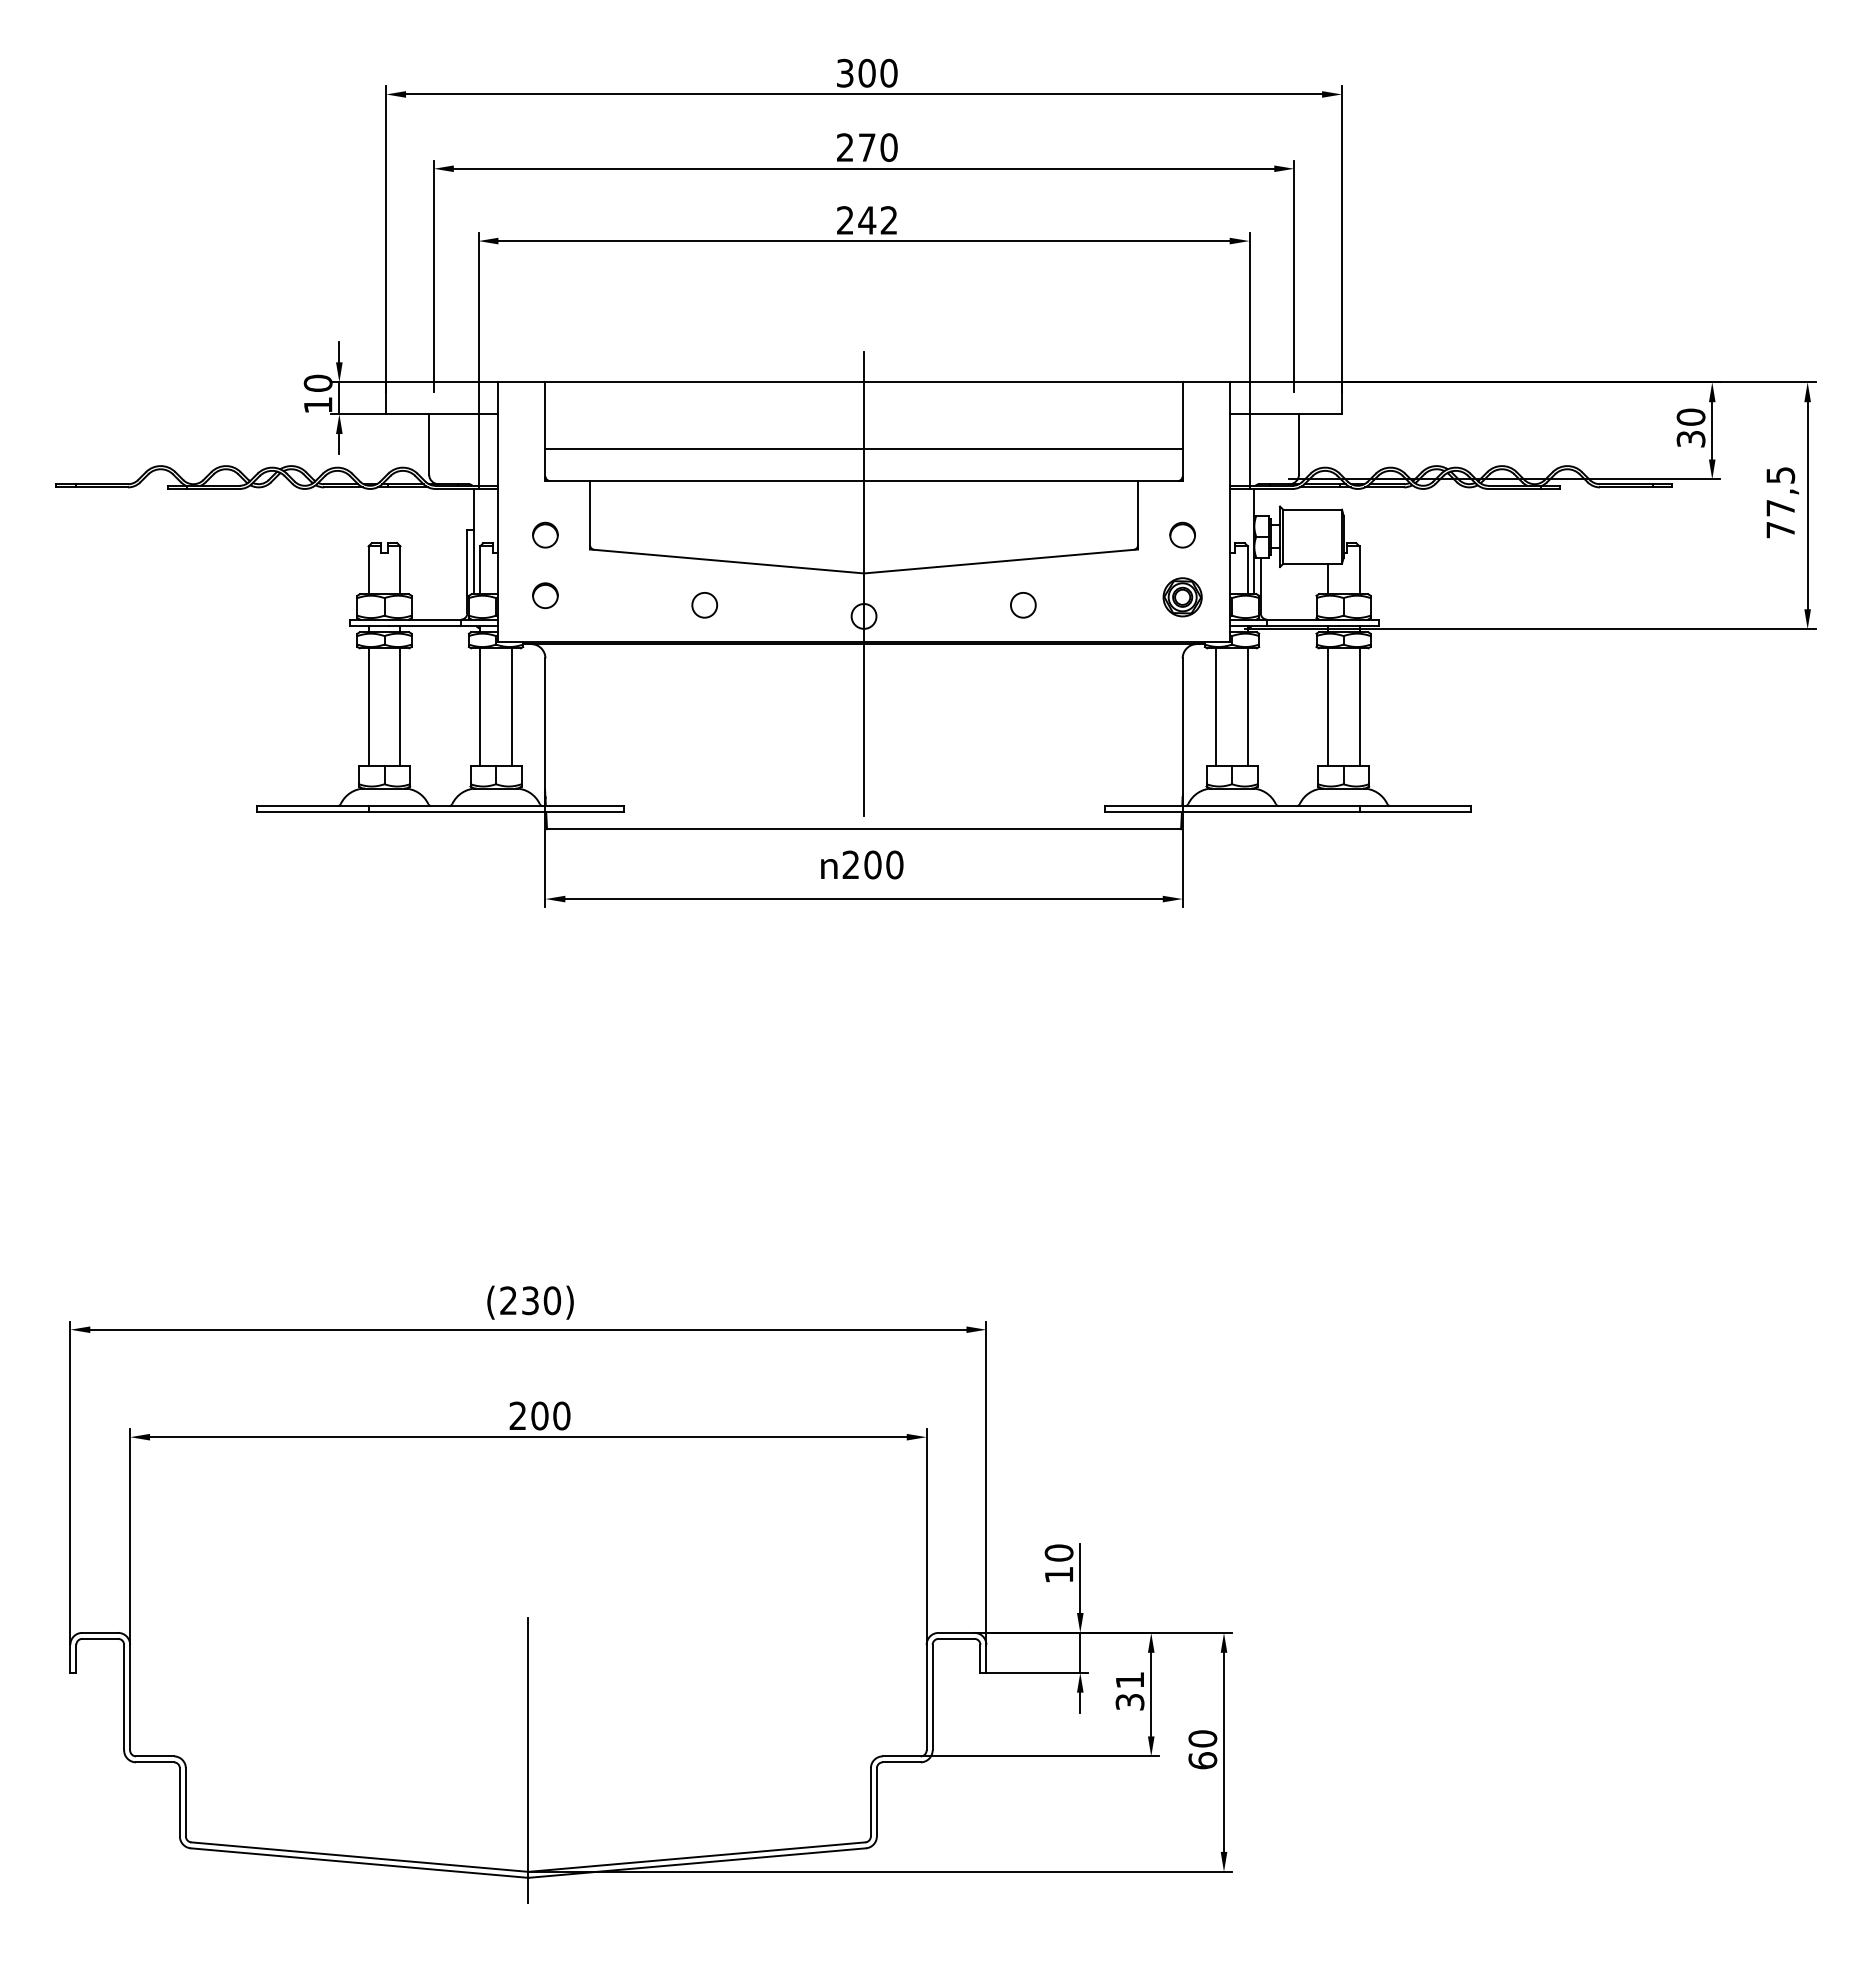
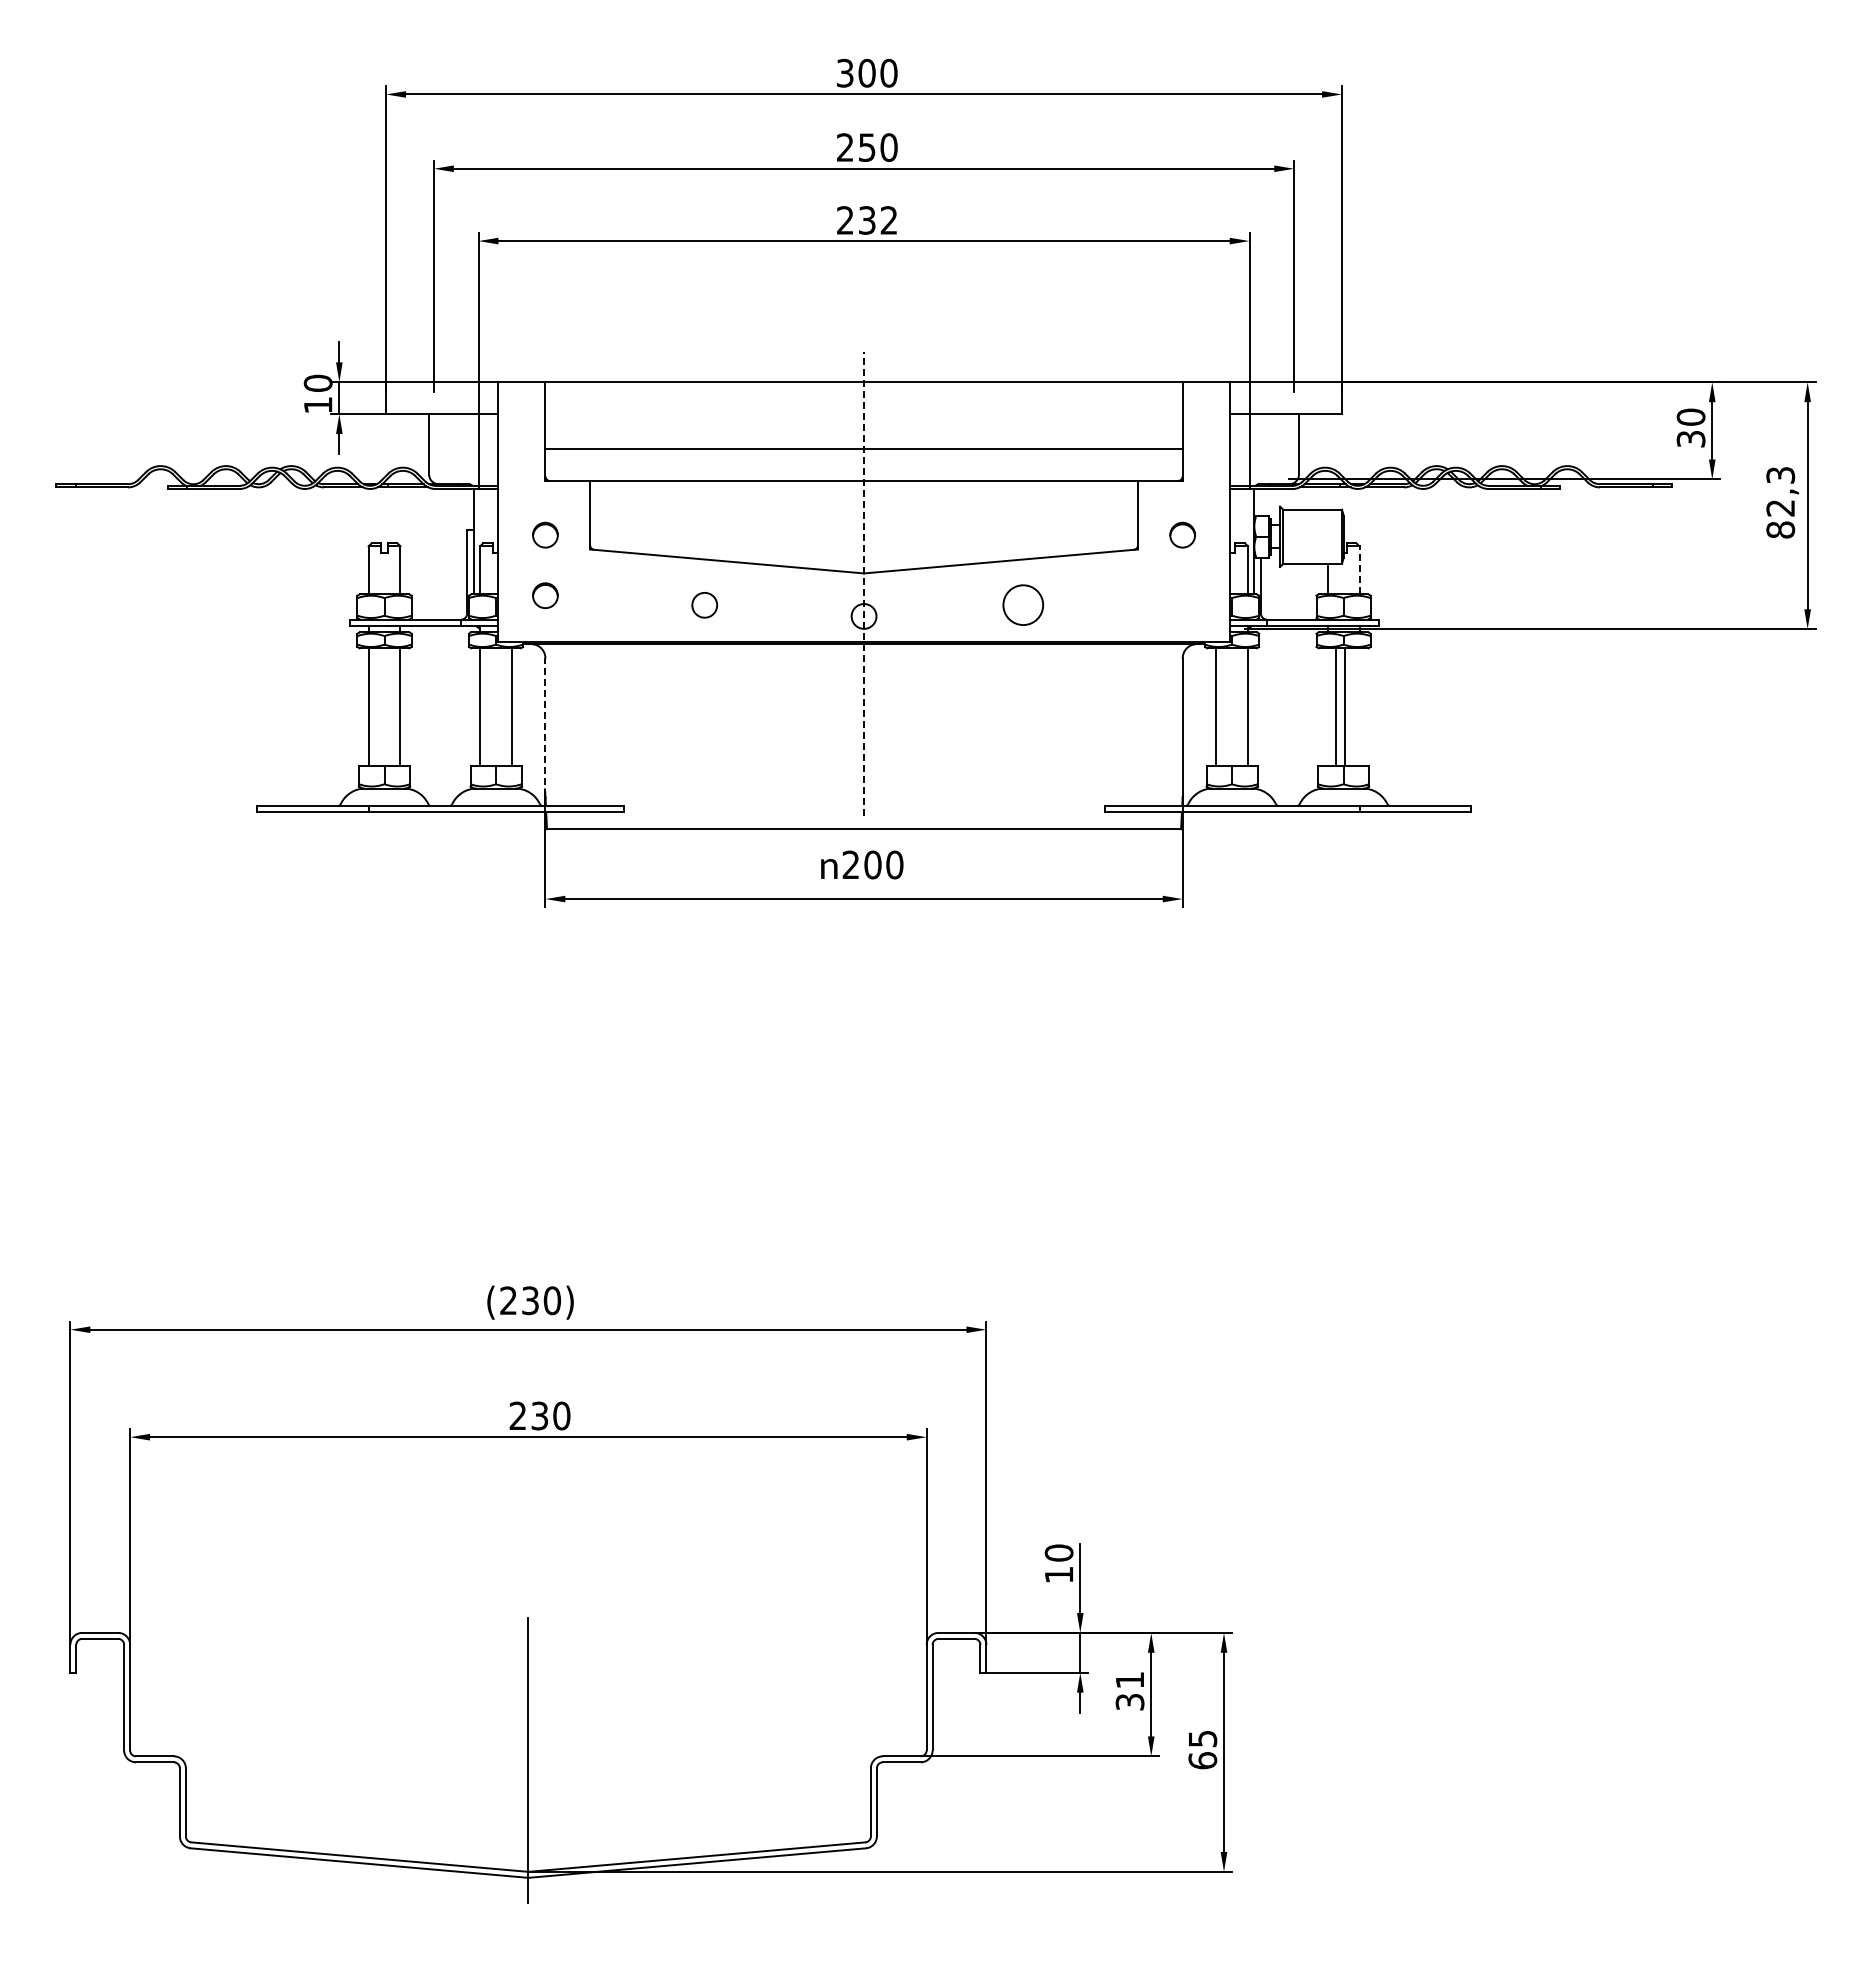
text at (867, 147): 270 -> 250
text at (867, 220): 242 -> 232
text at (1780, 502): 77,5 -> 82,3
line at (1359, 570): solid -> dashed
line at (864, 583): solid -> dashed
part at (1182, 597): present -> none
circle at (1023, 605) size: 27x27 px -> 43x42 px
line at (1327, 707) position: (1327, 707) -> (1344, 707)
line at (1359, 707) position: (1359, 707) -> (1335, 707)
line at (545, 727): solid -> dashed
text at (539, 1415): 200 -> 230
text at (1202, 1738): 60 -> 65
